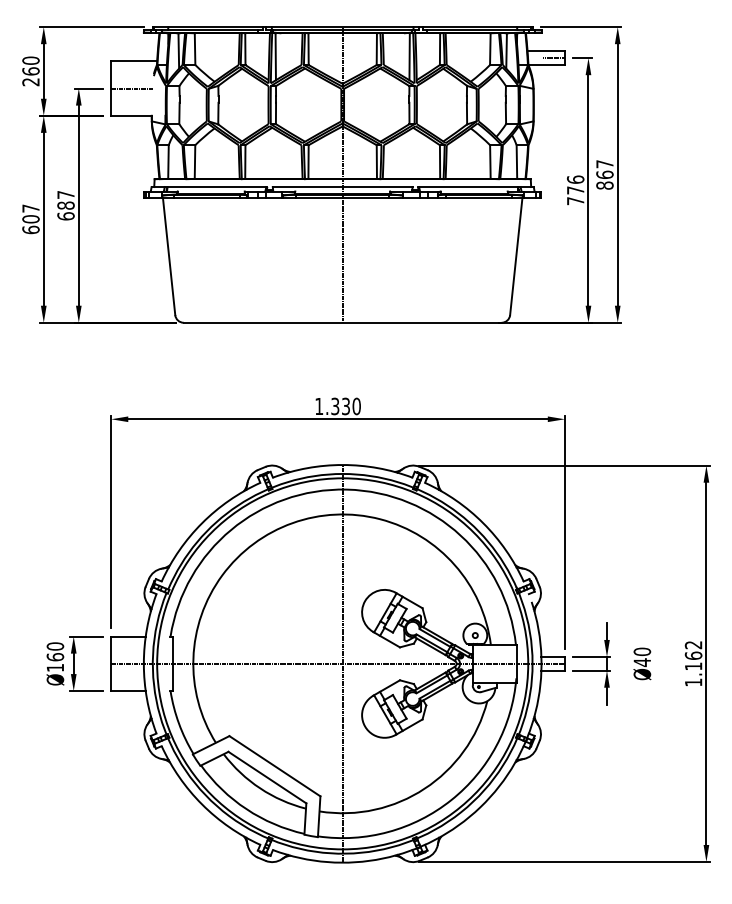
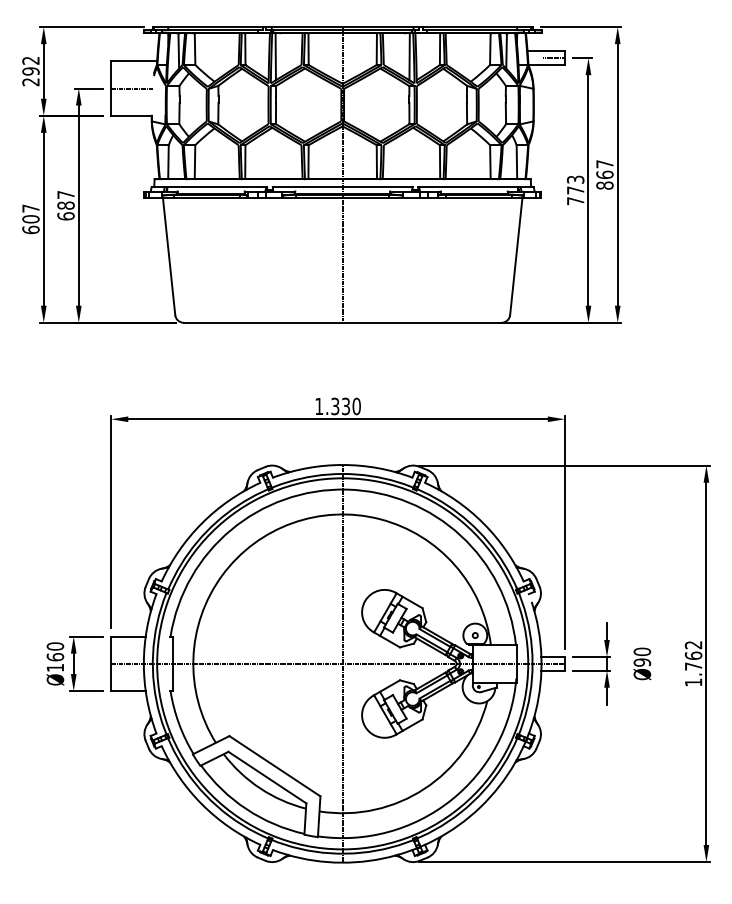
text at (30, 65): 260 -> 292
text at (575, 179): 776 -> 773
text at (642, 662): Ø40 -> Ø90
text at (693, 666): 1.162 -> 1.762
